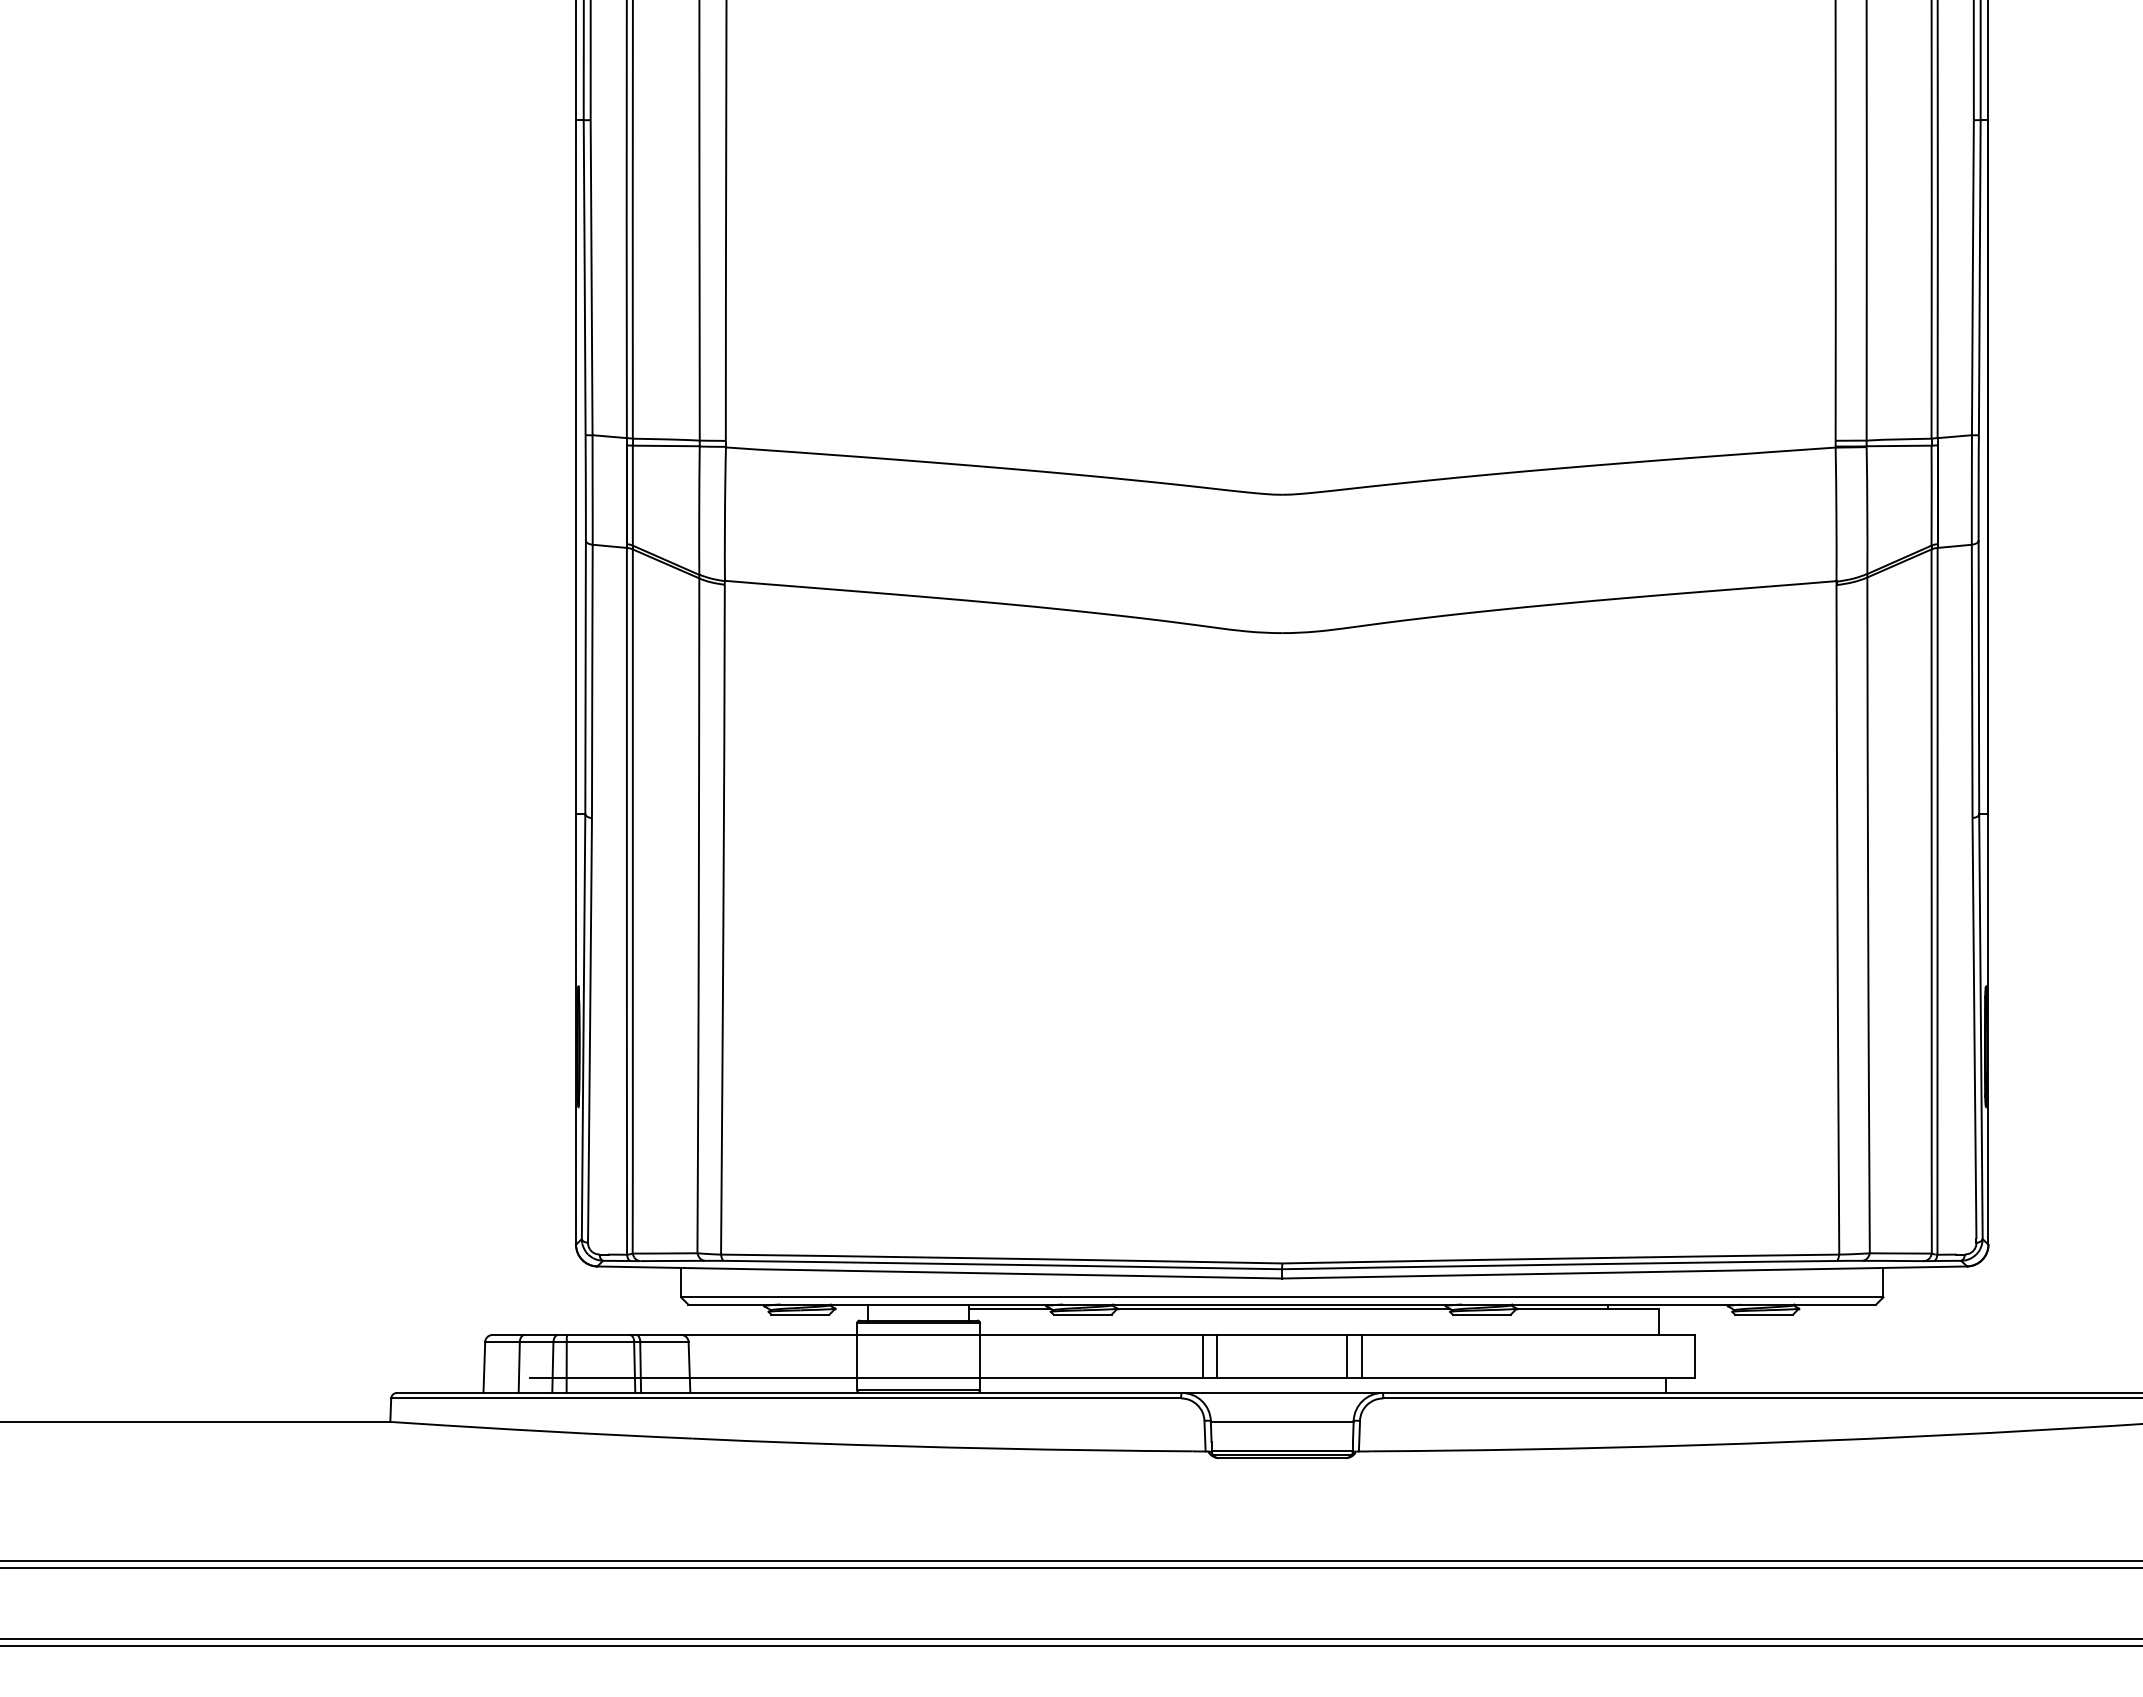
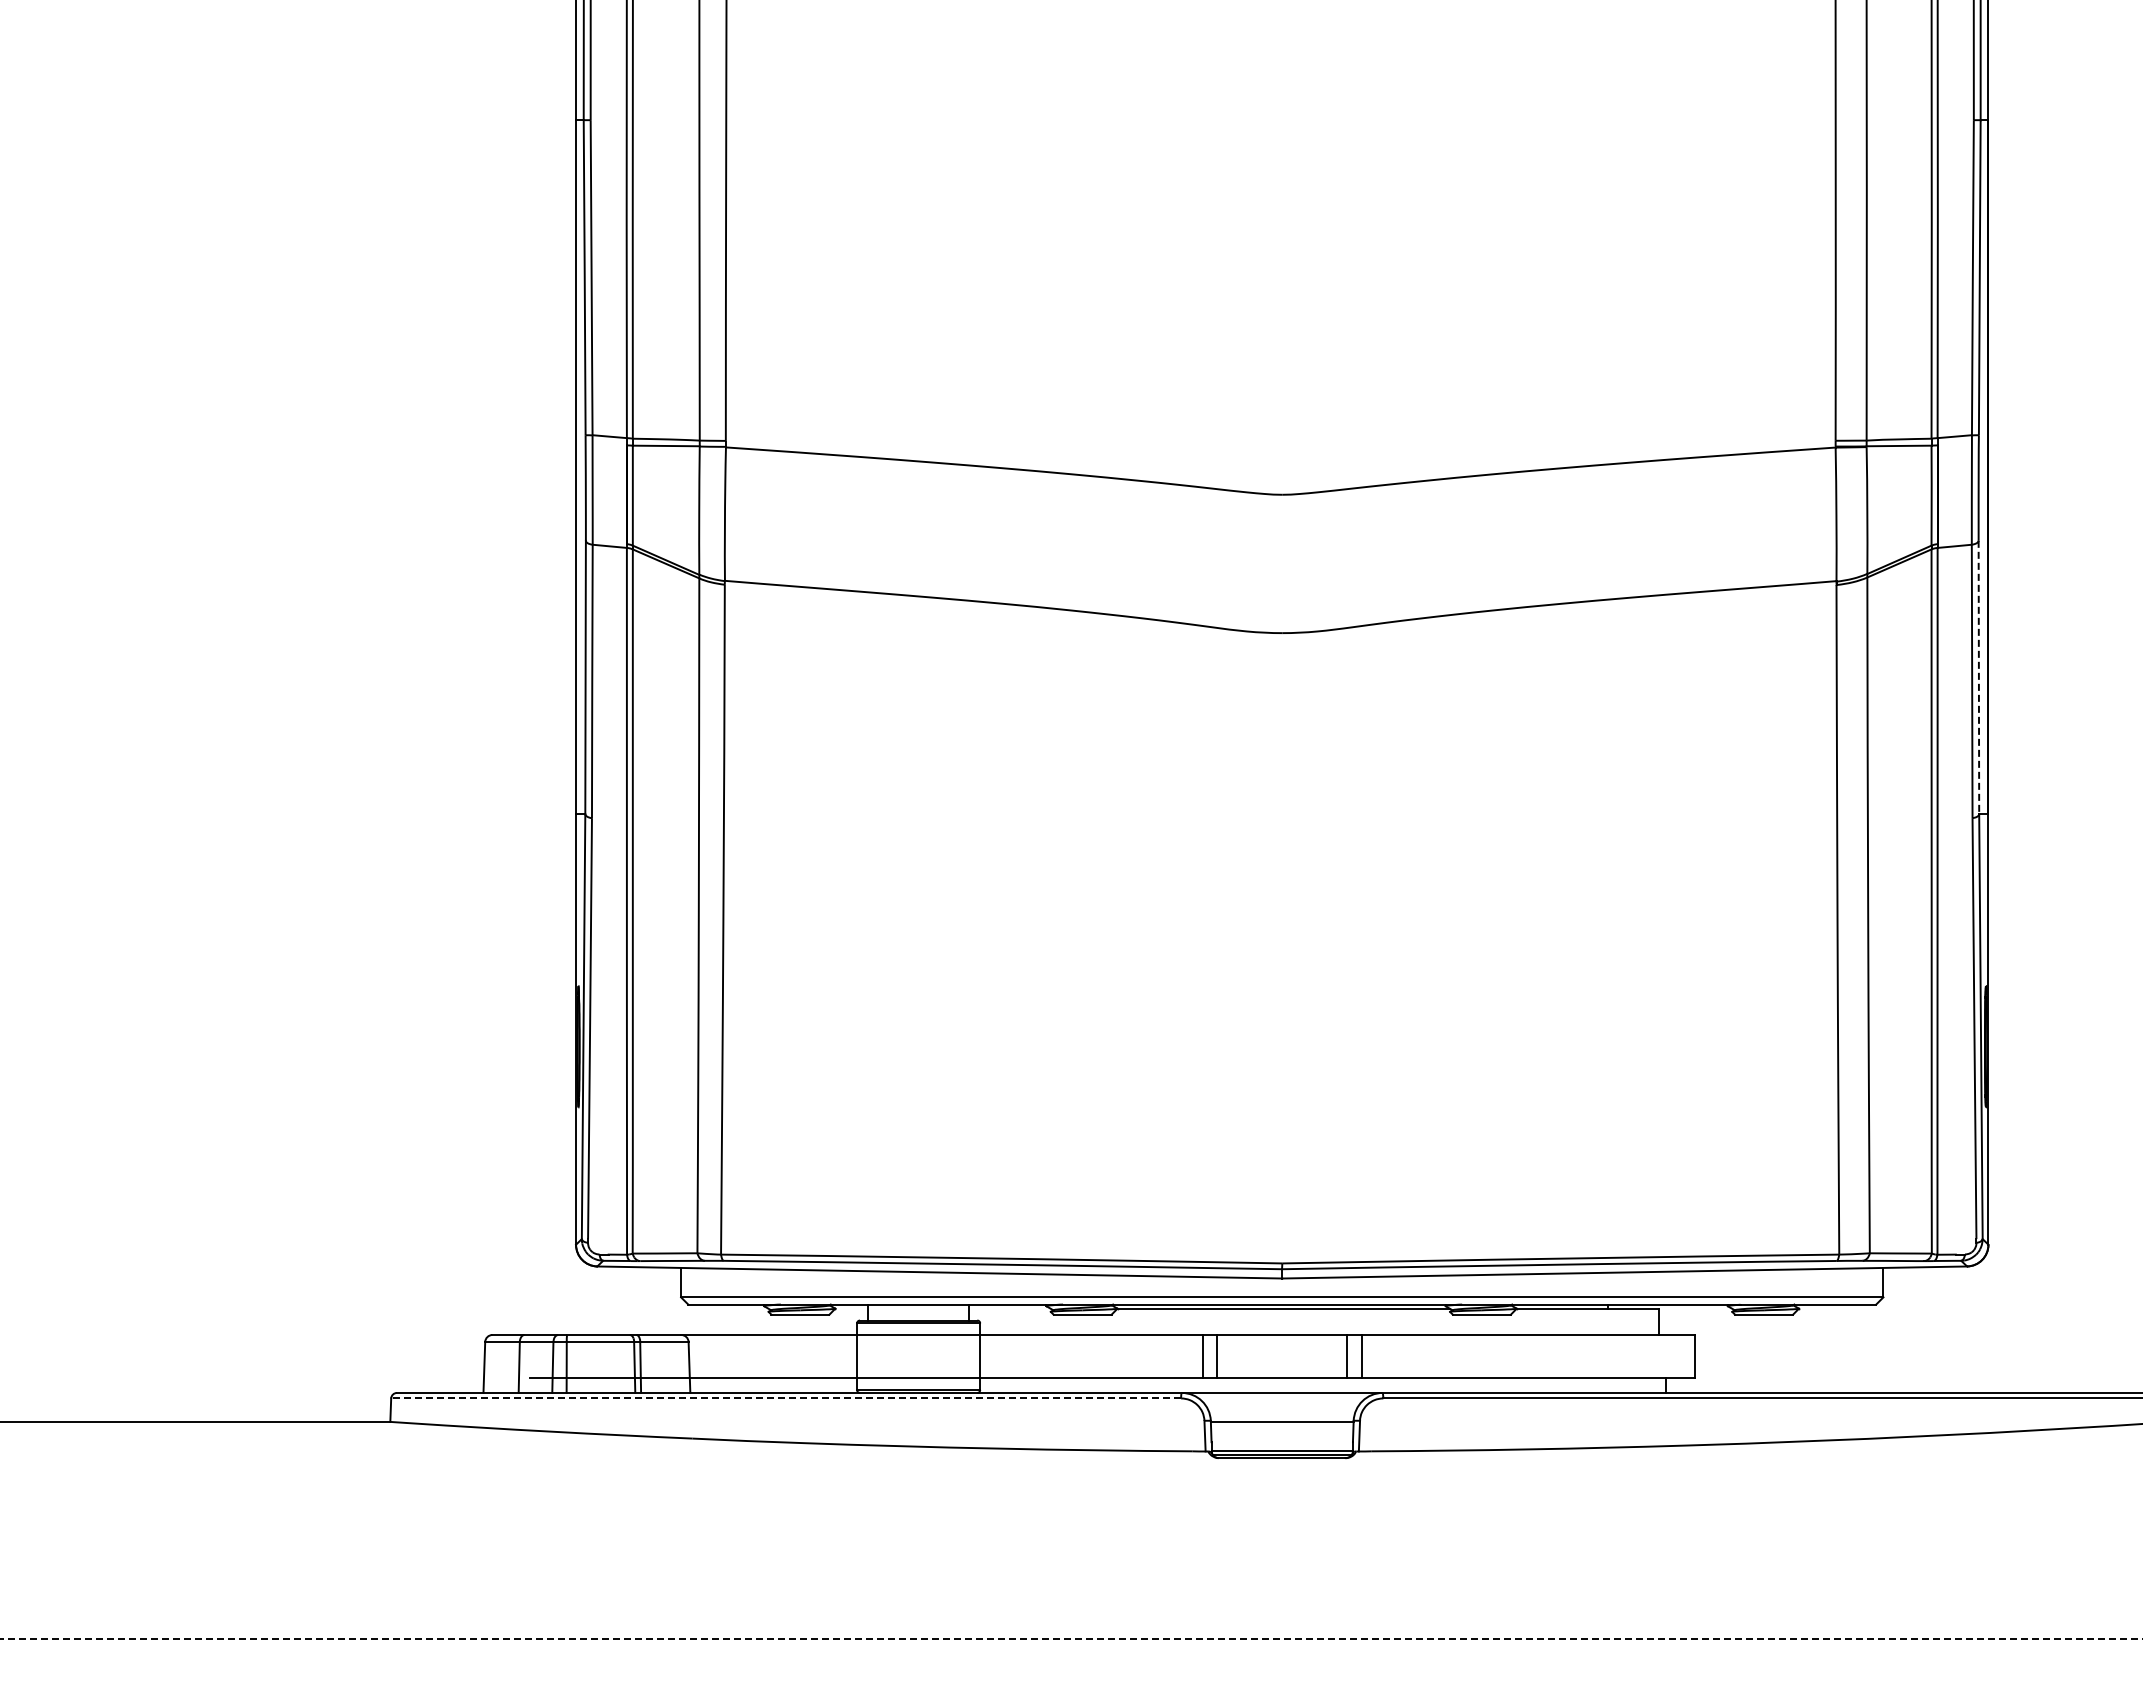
line at (1978, 677): solid -> dashed
line at (1010, 1308): present -> none
line at (786, 1398): solid -> dashed
line at (1070, 1561): present -> none
line at (1070, 1567): present -> none
line at (1071, 1639): solid -> dashed
line at (1070, 1646): present -> none
